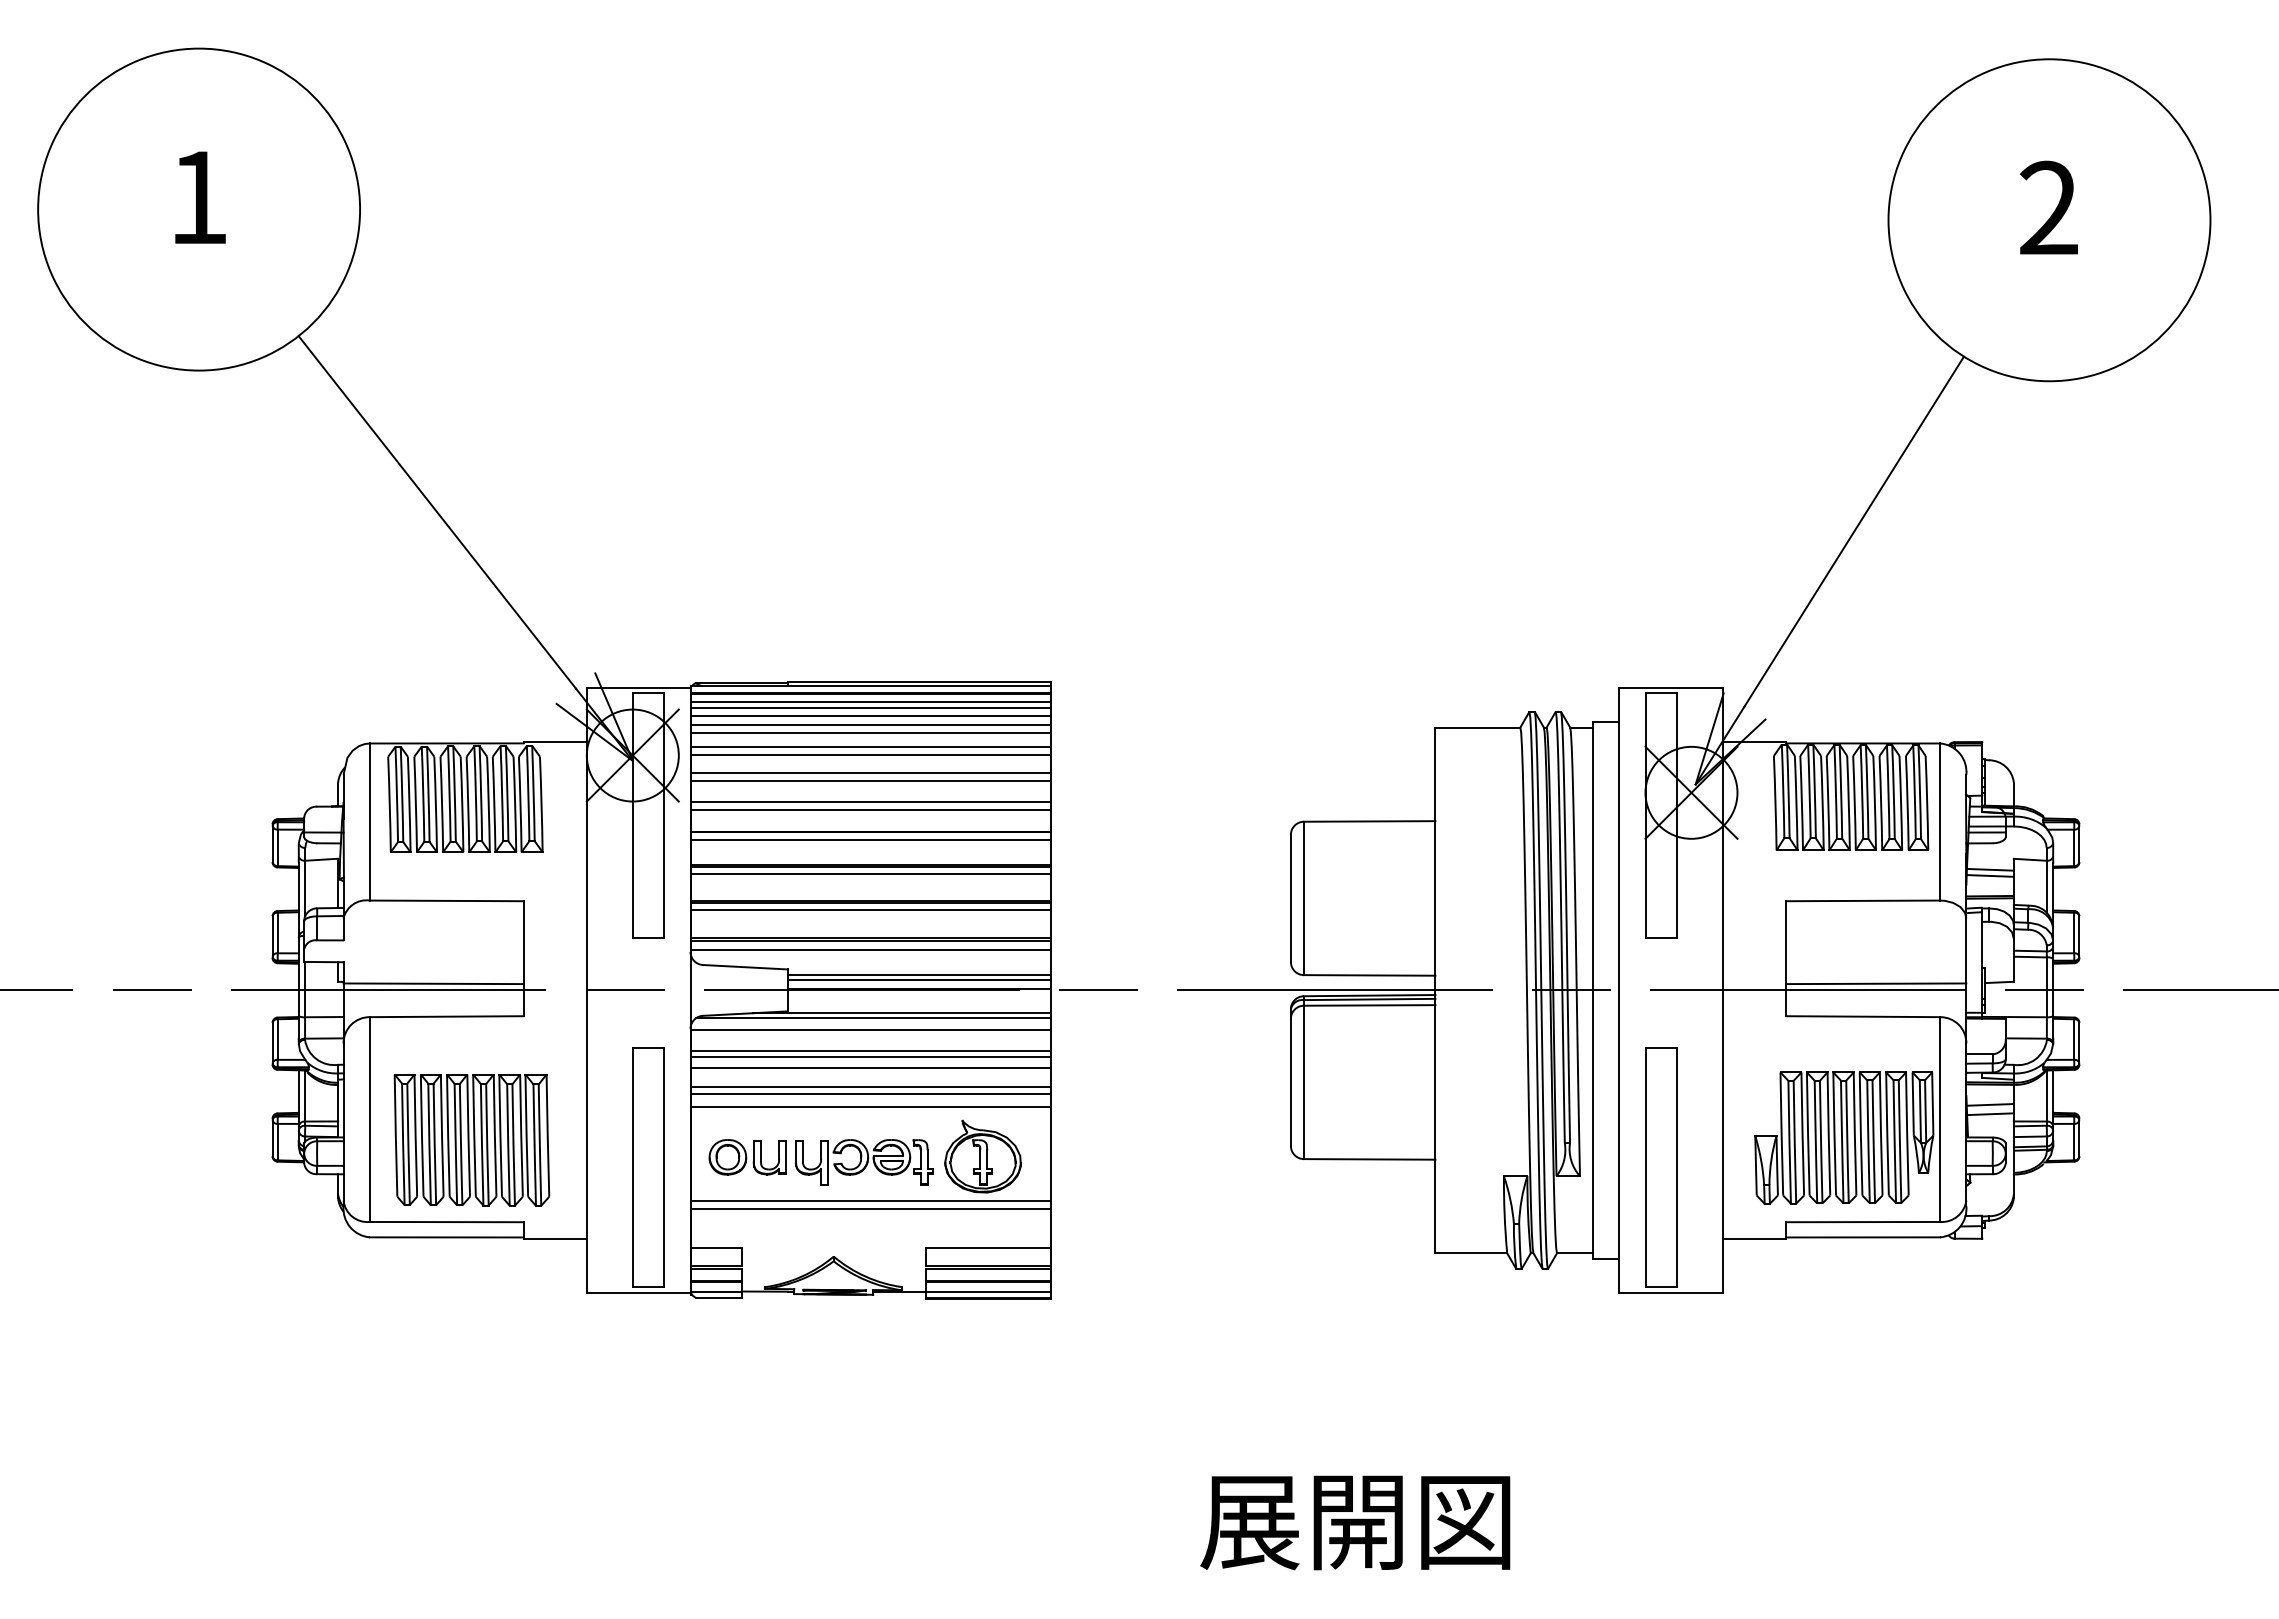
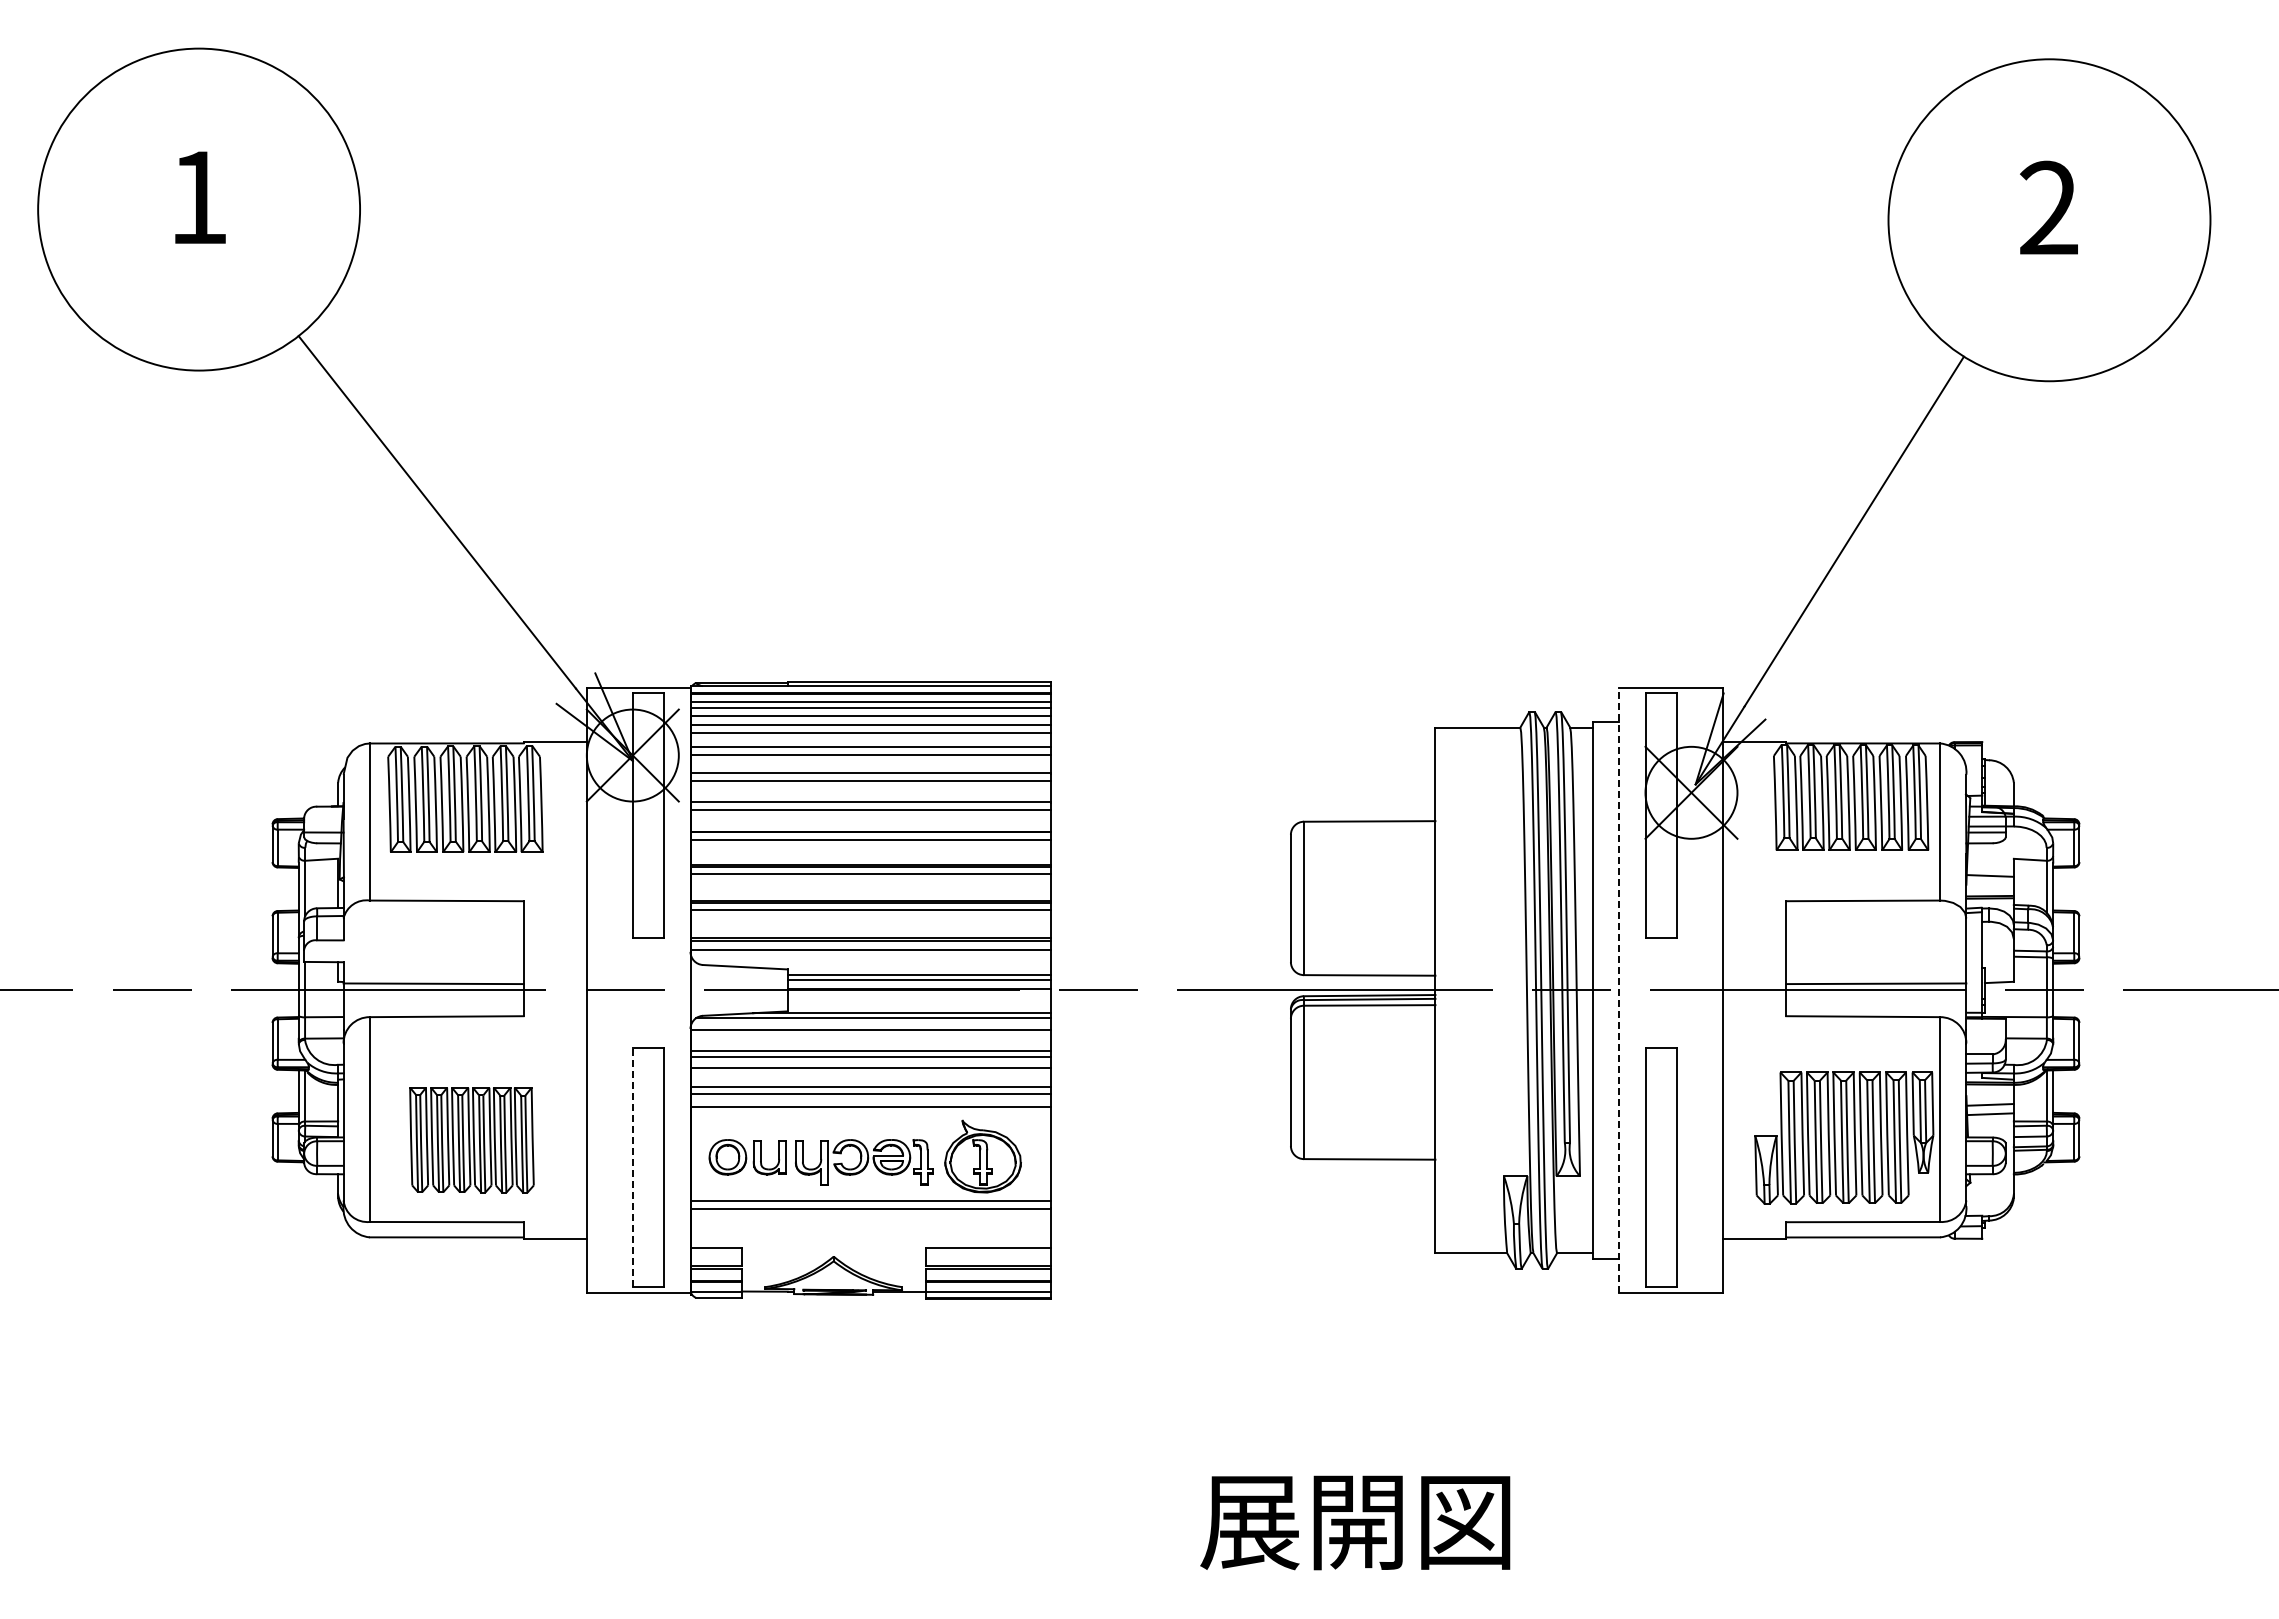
line at (1989, 869): present -> none
line at (1619, 989): solid -> dashed
part at (471, 1140) size: 158x133 px -> 126x107 px
line at (632, 1167): solid -> dashed
